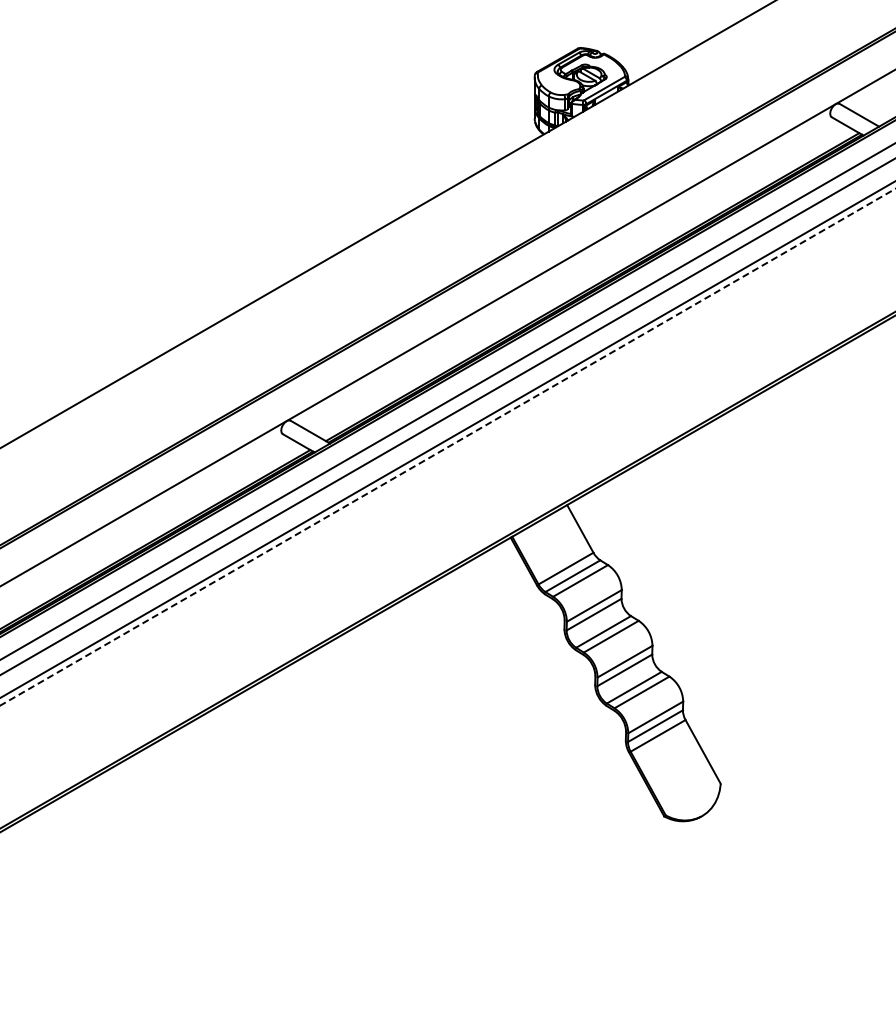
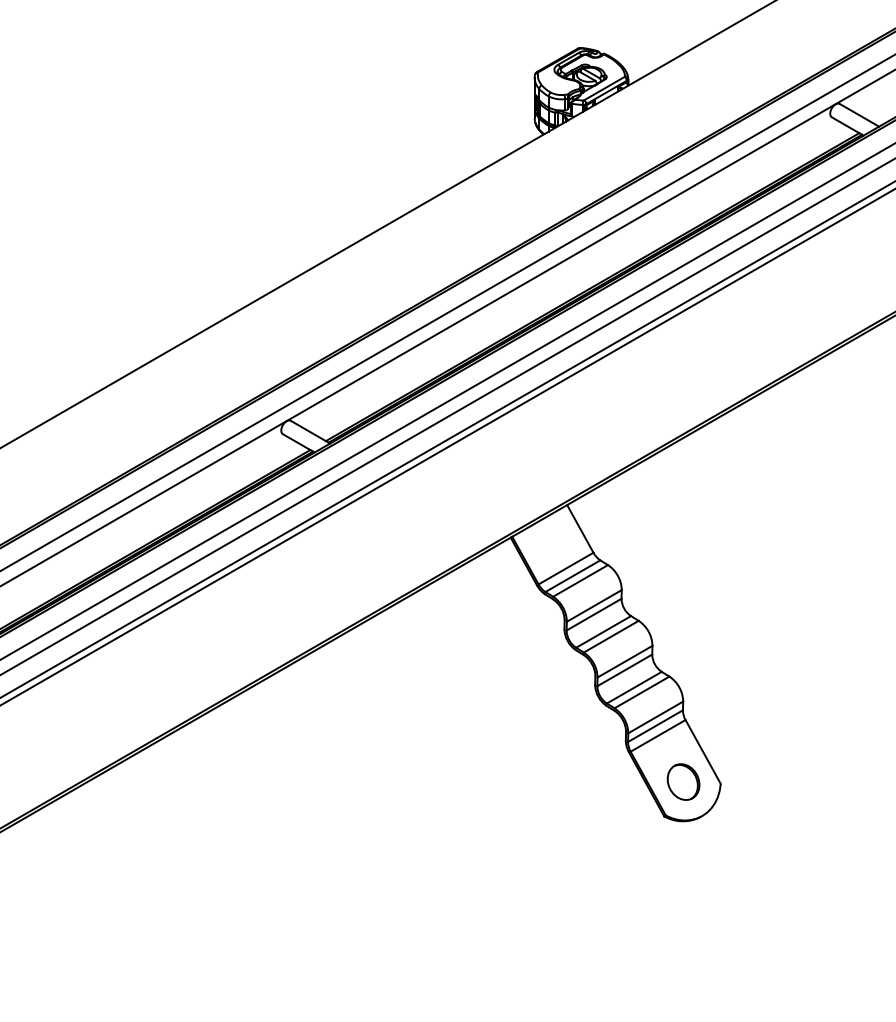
line at (447, 312): none -> present
line at (448, 447): dashed -> solid
part at (683, 781): none -> present
